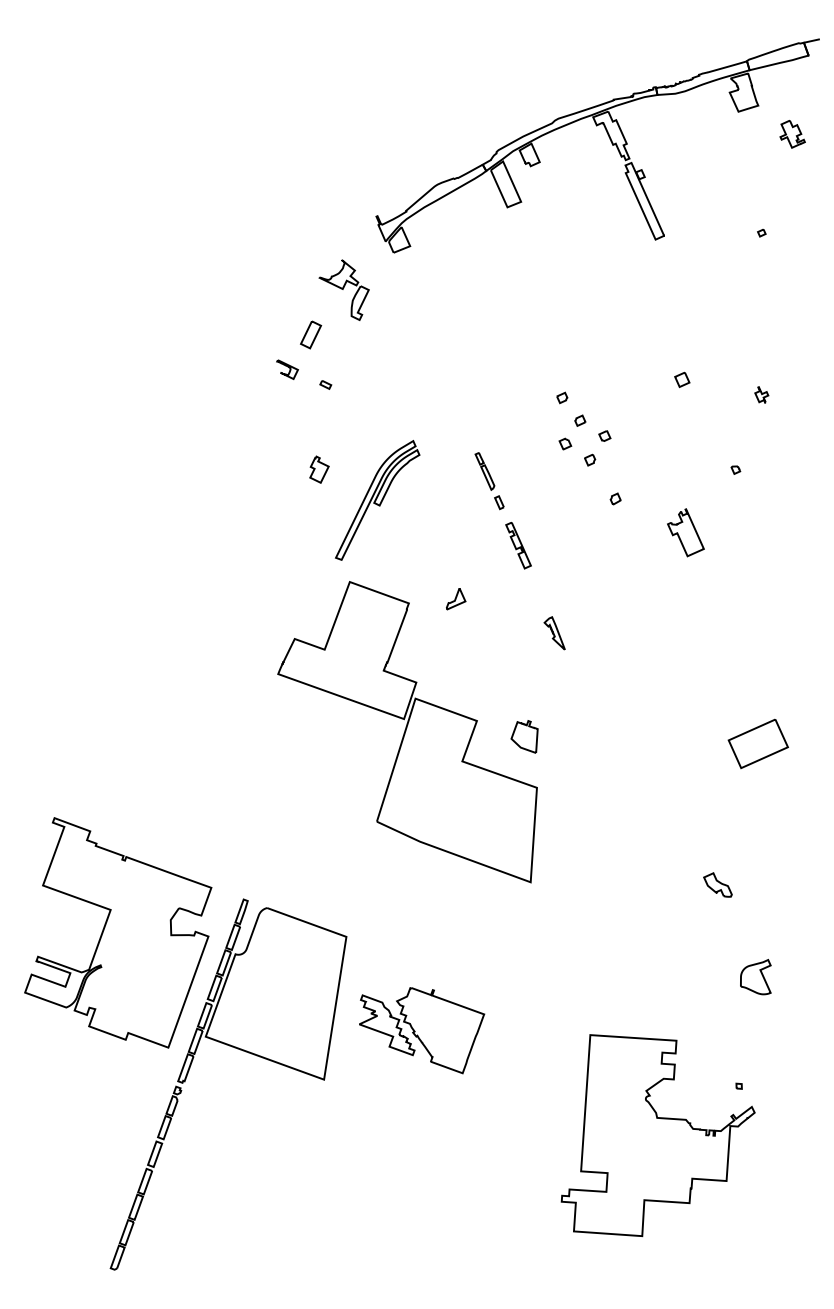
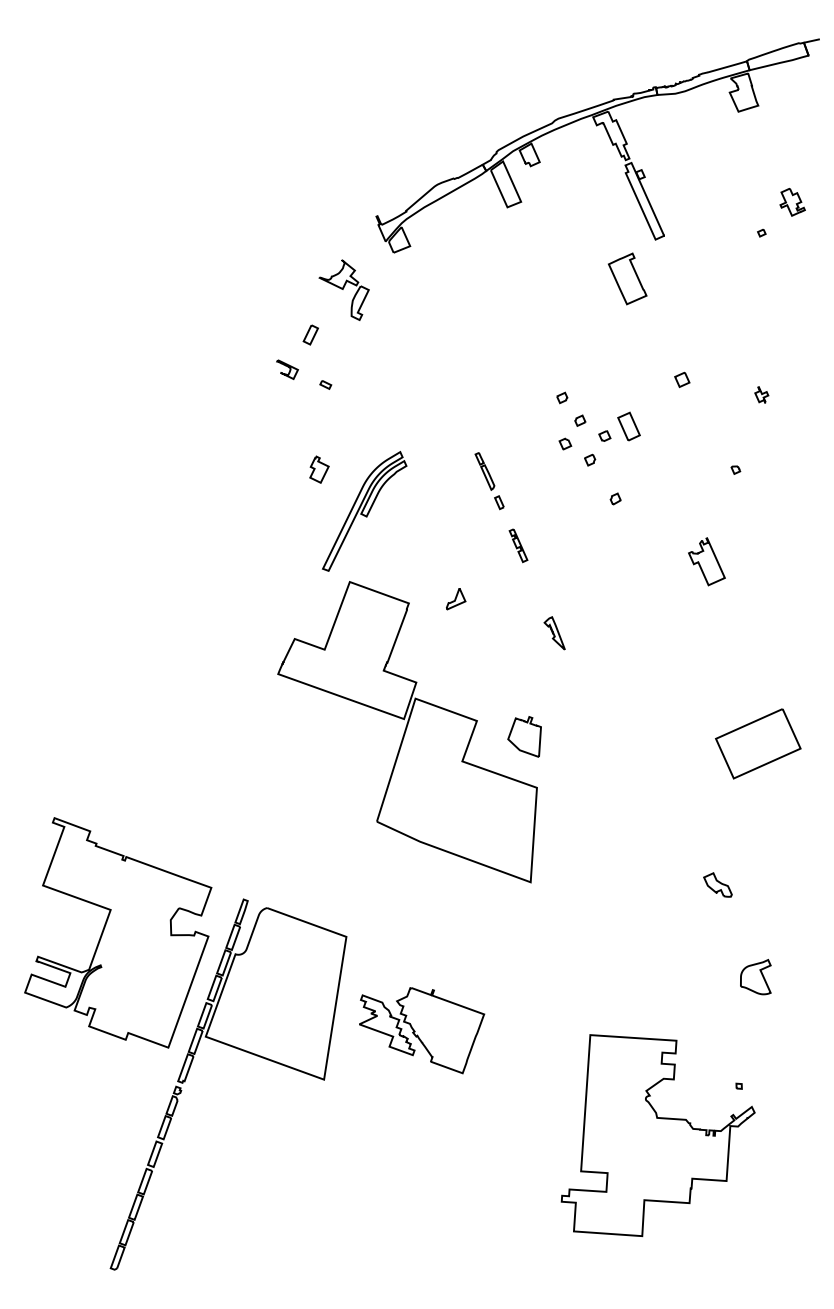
part at (792, 134) position: (792, 134) -> (792, 202)
part at (627, 278): none -> present
part at (311, 334) size: 23x30 px -> 17x22 px
part at (628, 426): none -> present
part at (377, 500) position: (377, 500) -> (364, 511)
part at (685, 532) position: (685, 532) -> (706, 561)
part at (518, 545) size: 27x48 px -> 21x36 px
part at (524, 736) size: 29x34 px -> 35x42 px
part at (757, 743) size: 62x52 px -> 87x72 px
